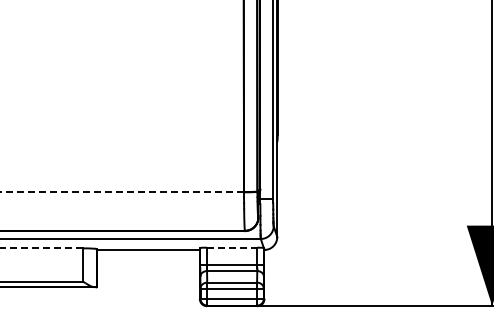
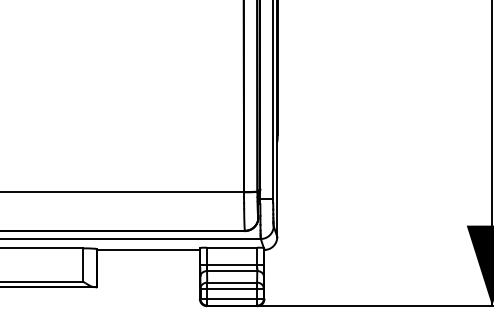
line at (122, 191): dashed -> solid
line at (232, 247): dashed -> solid
line at (41, 248): dashed -> solid
